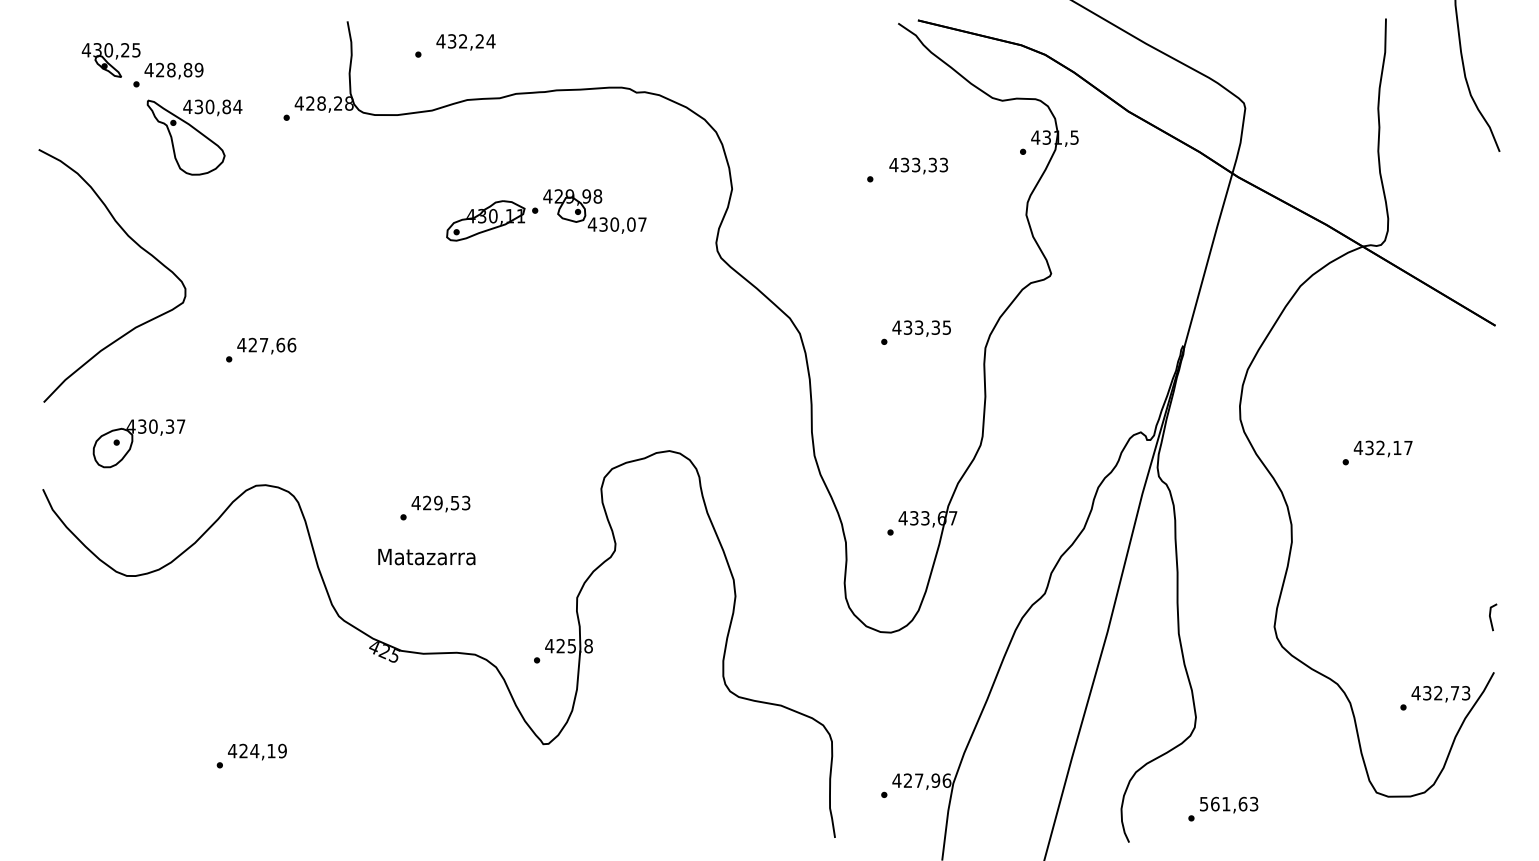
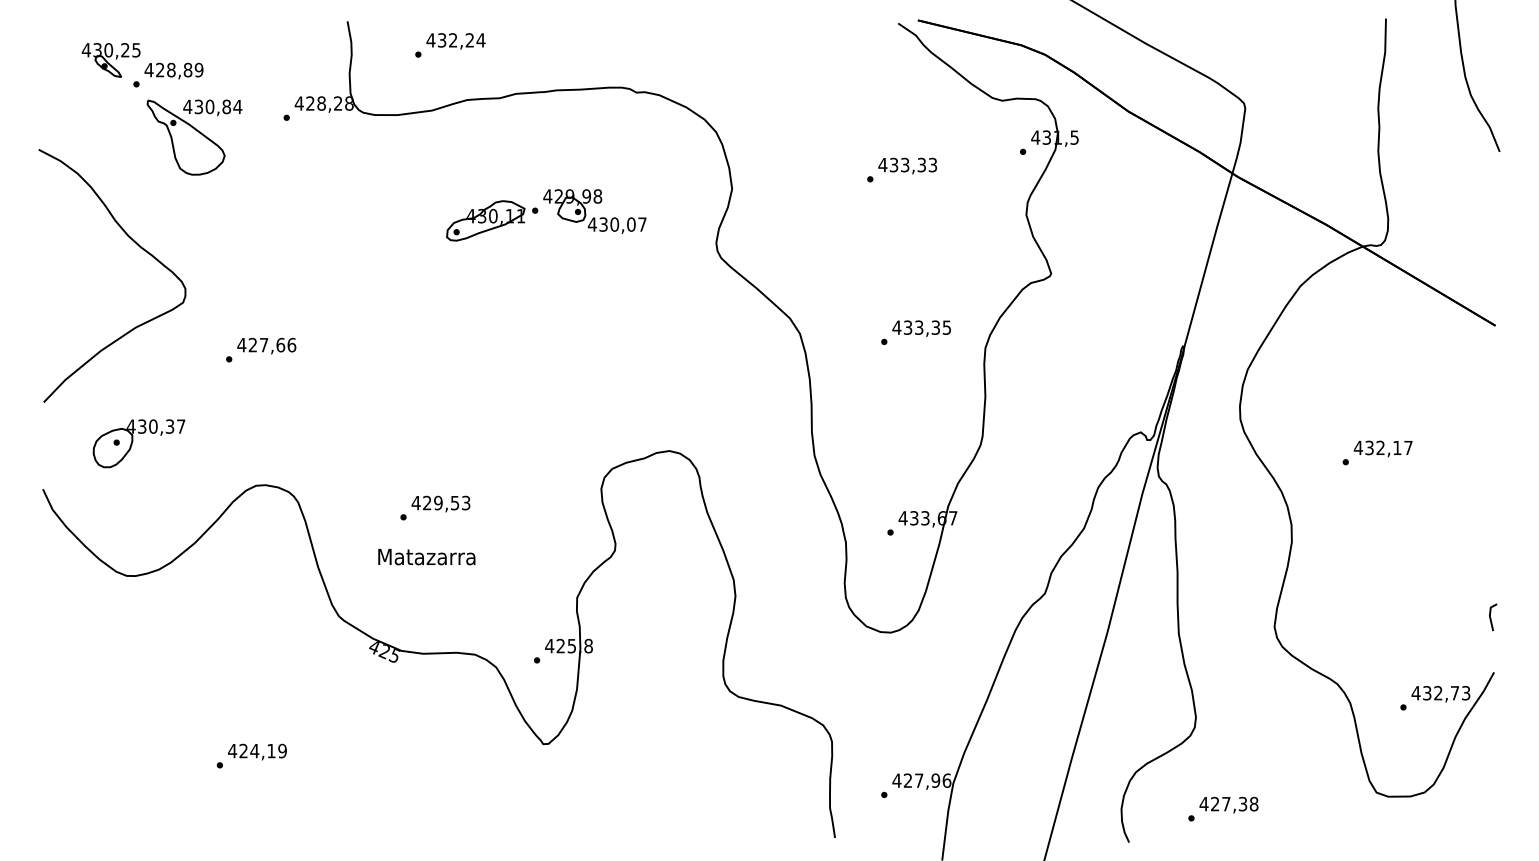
text at (465, 42) position: (465, 42) -> (455, 41)
text at (918, 165) position: (918, 165) -> (907, 165)
text at (1228, 803): 561,63 -> 427,38
